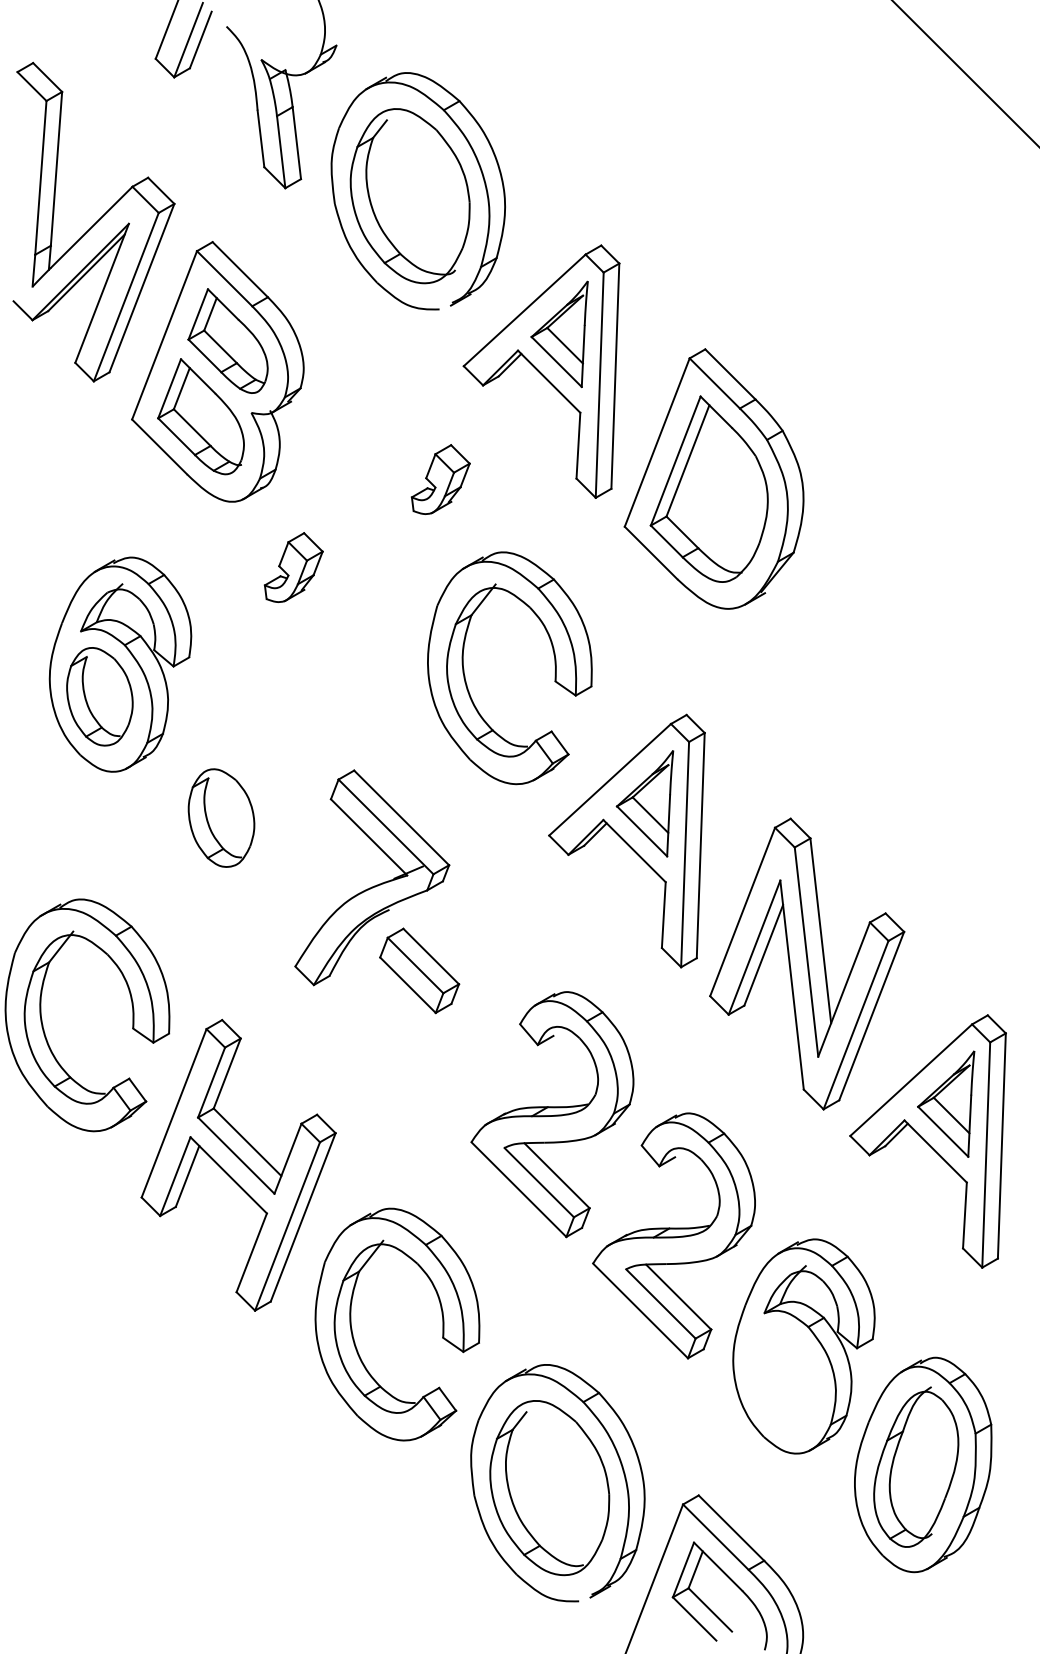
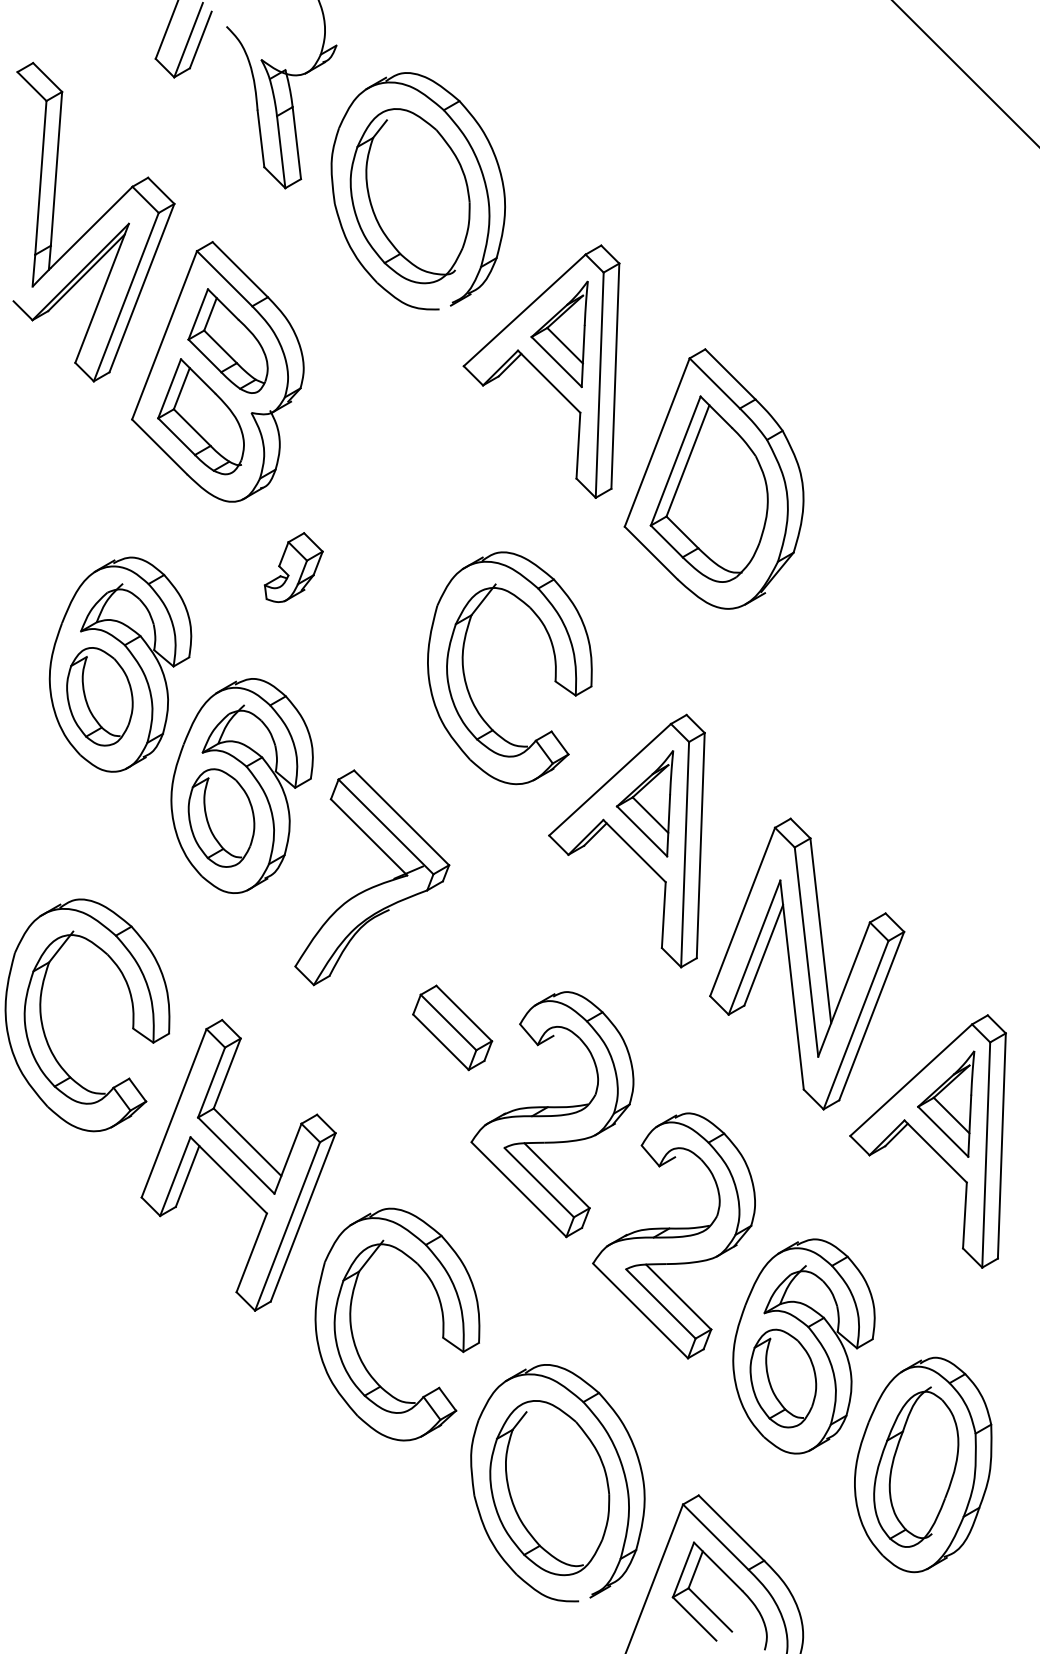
part at (440, 479): present -> none
part at (241, 785): none -> present
part at (419, 970) position: (419, 970) -> (452, 1027)
part at (783, 1378): none -> present
